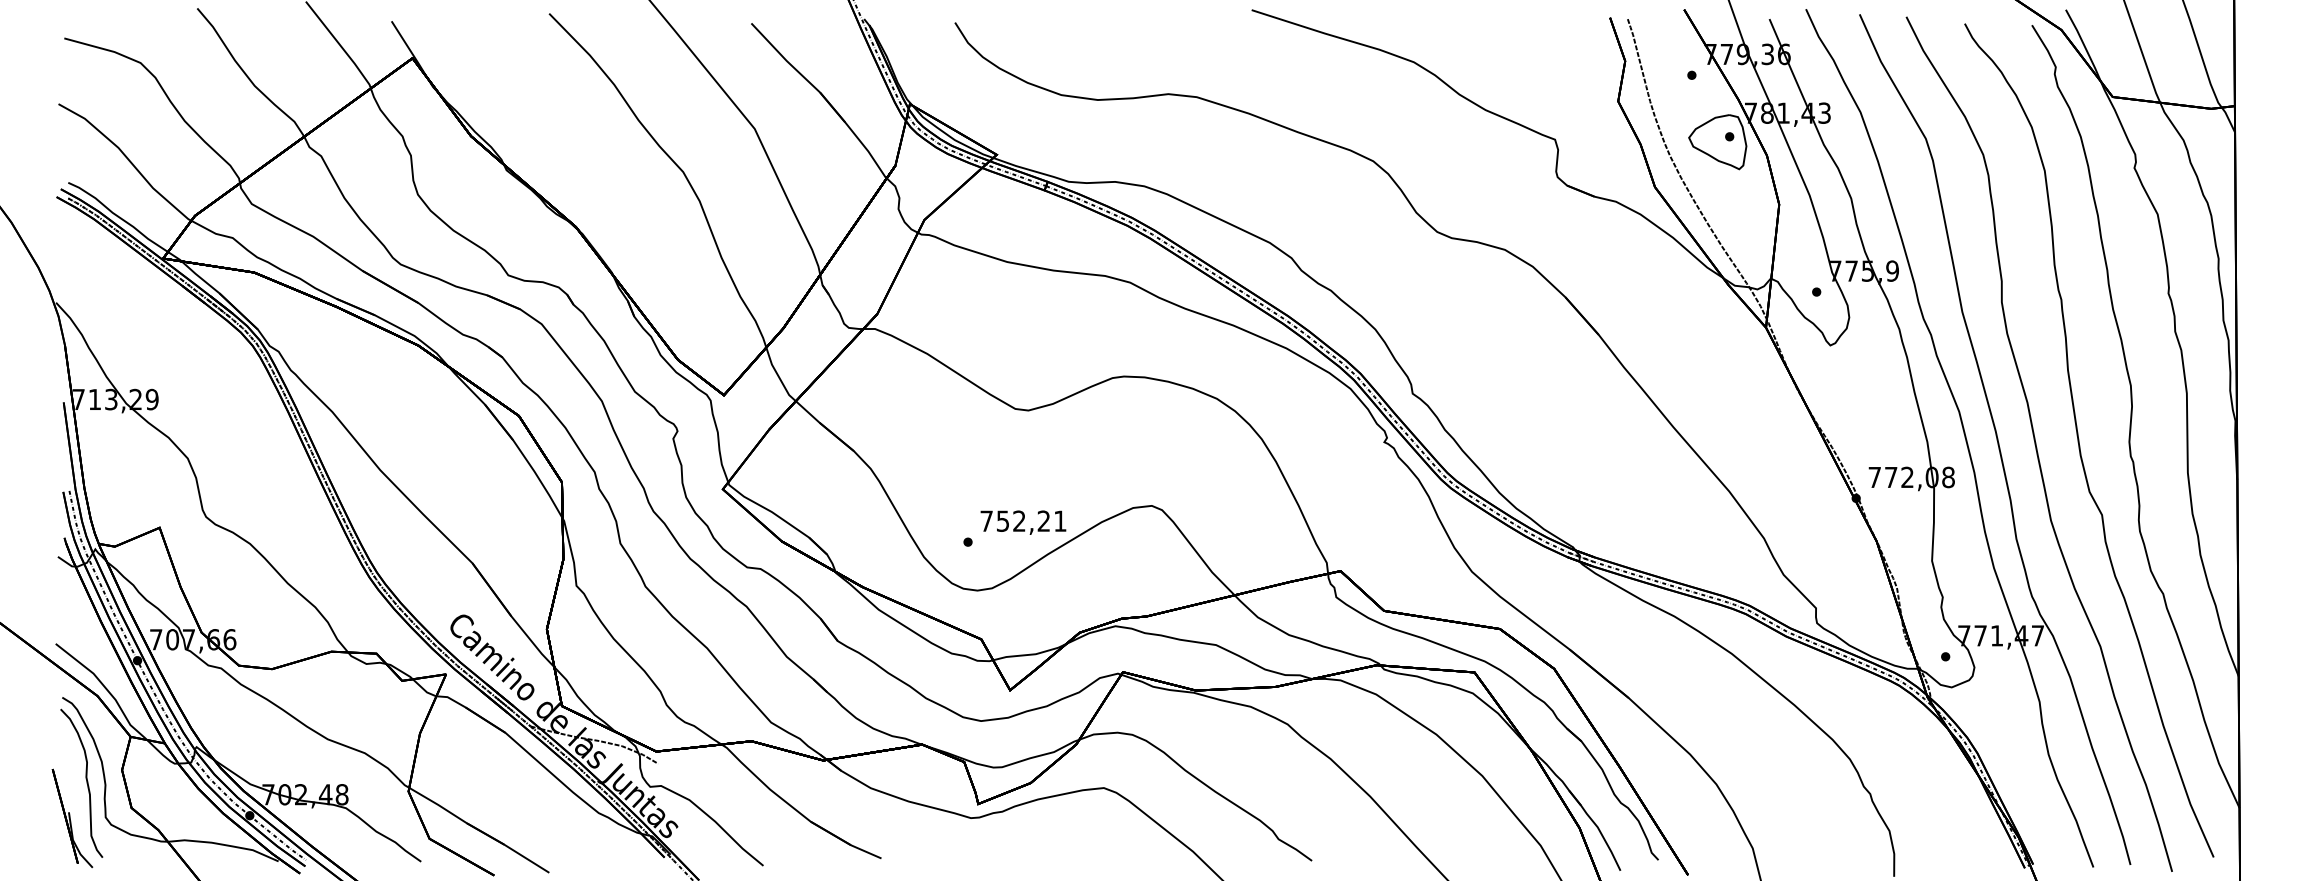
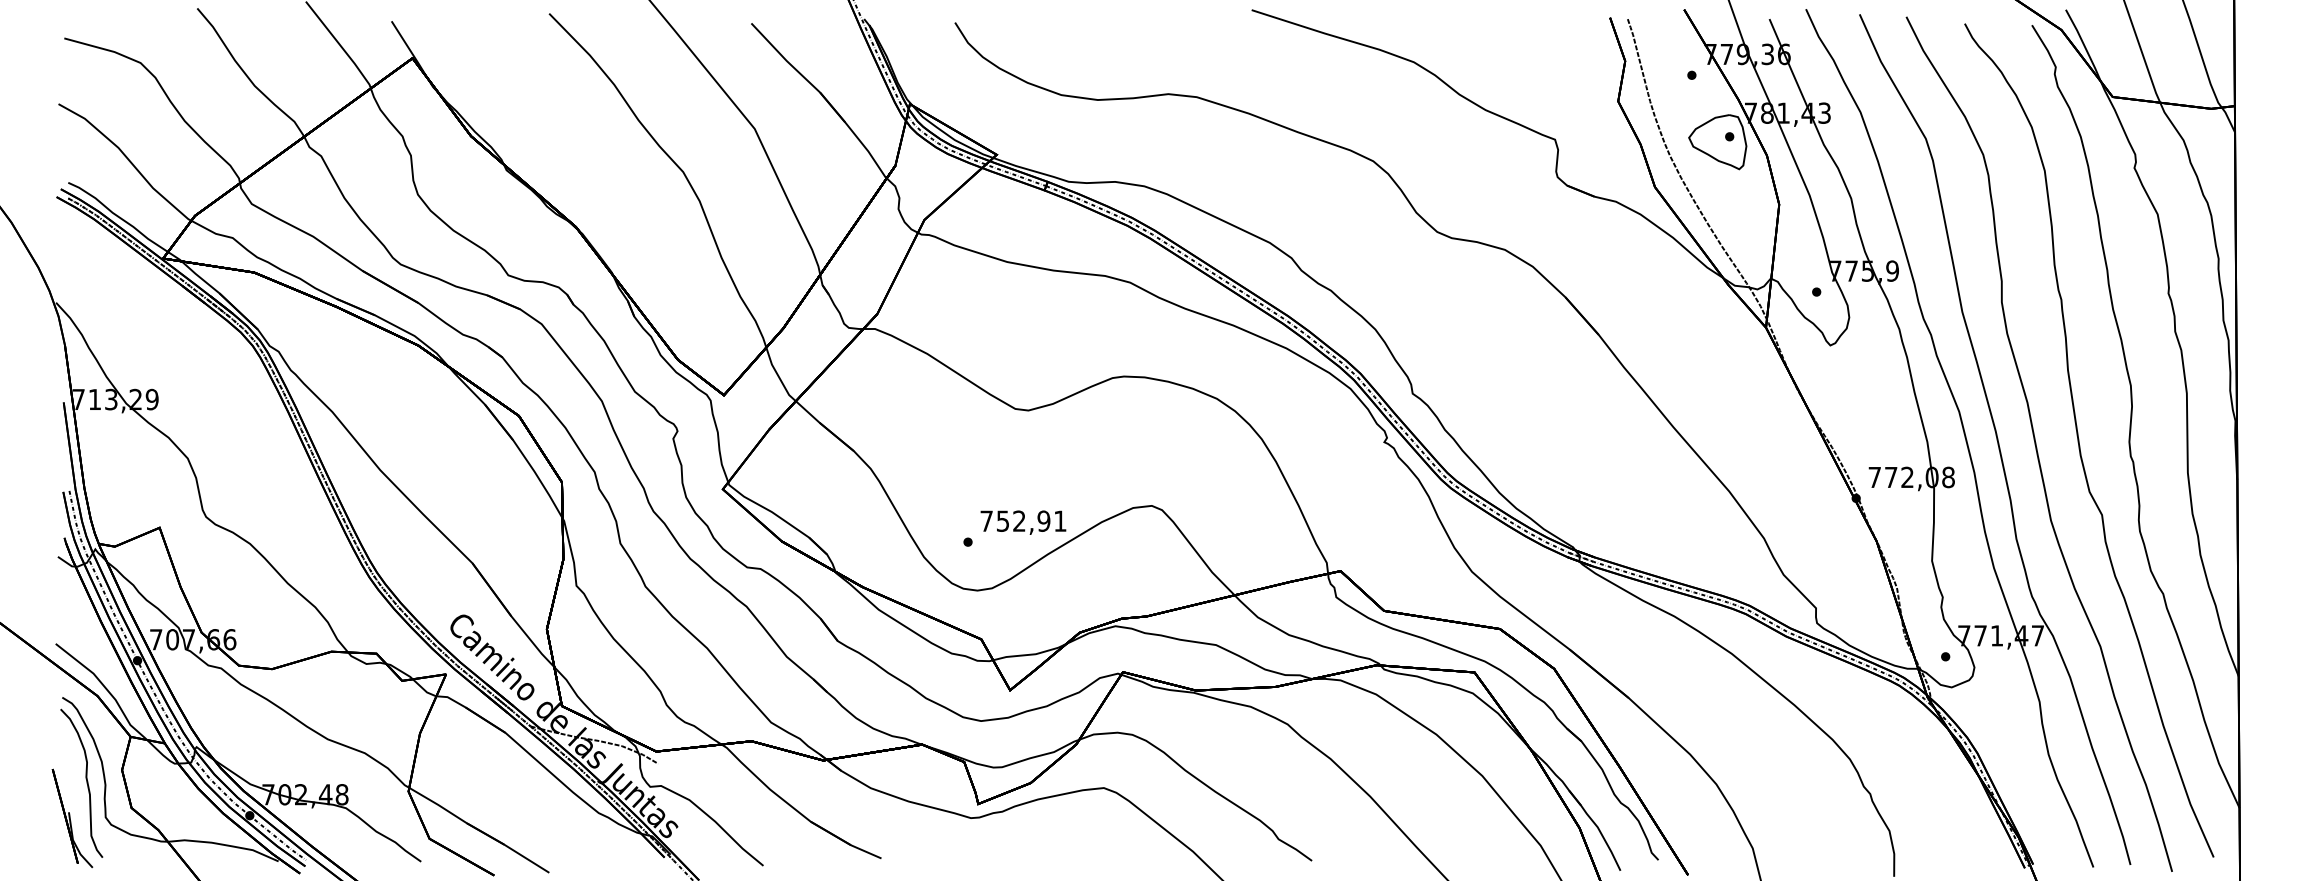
text at (1043, 520): 752,21 -> 752,91
